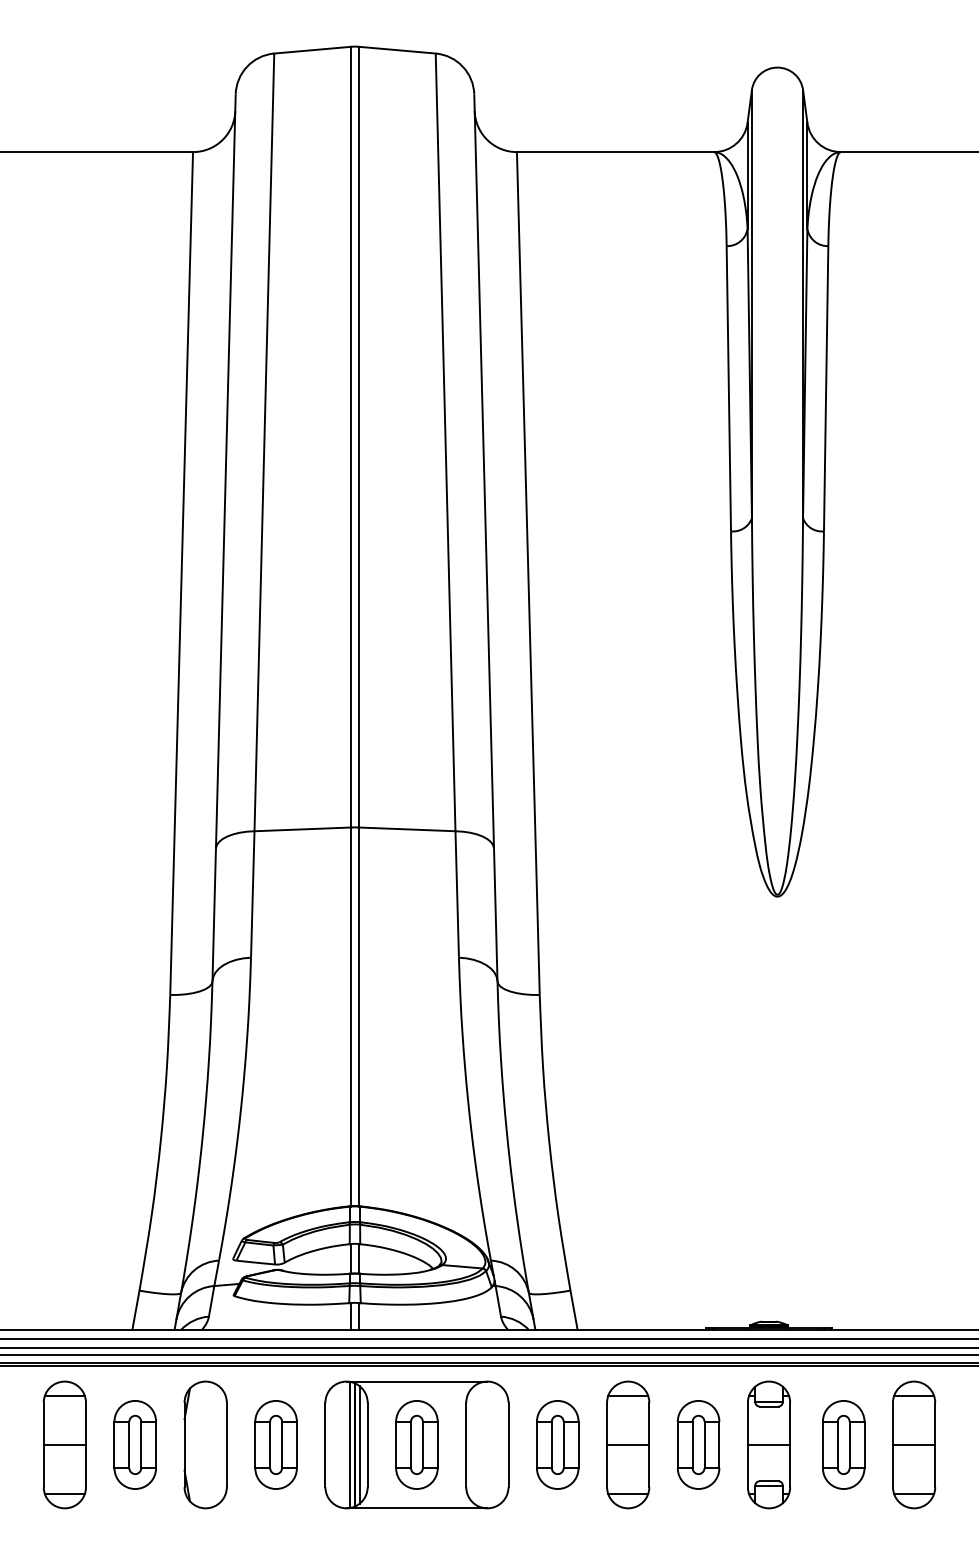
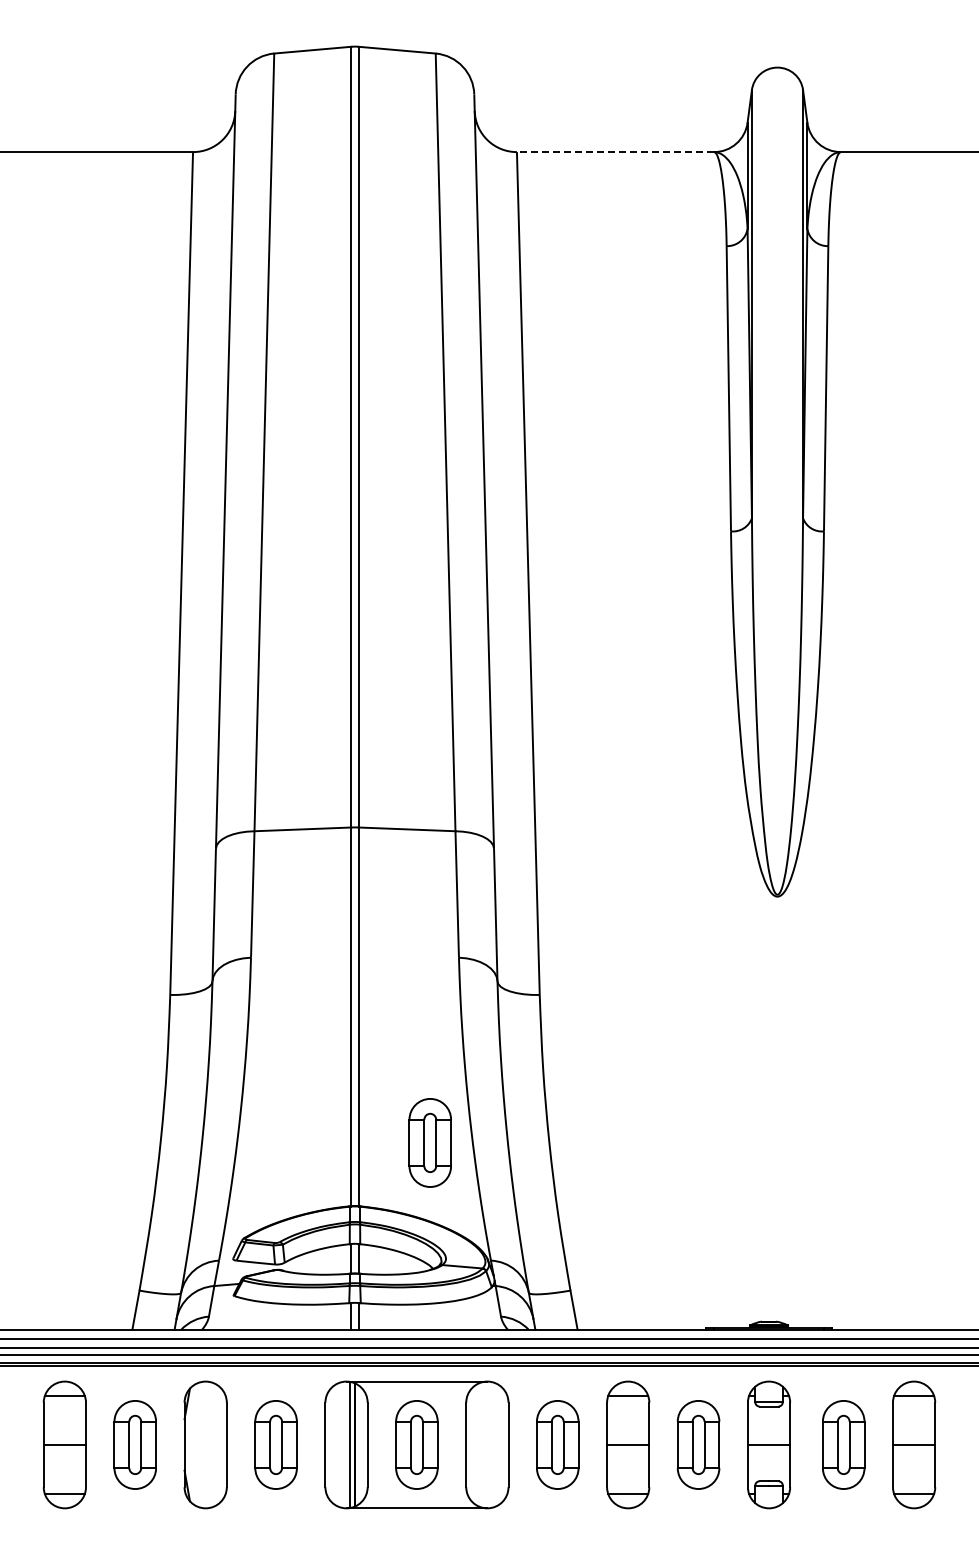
line at (615, 152): solid -> dashed
part at (429, 1142): none -> present
line at (359, 1444): present -> none
